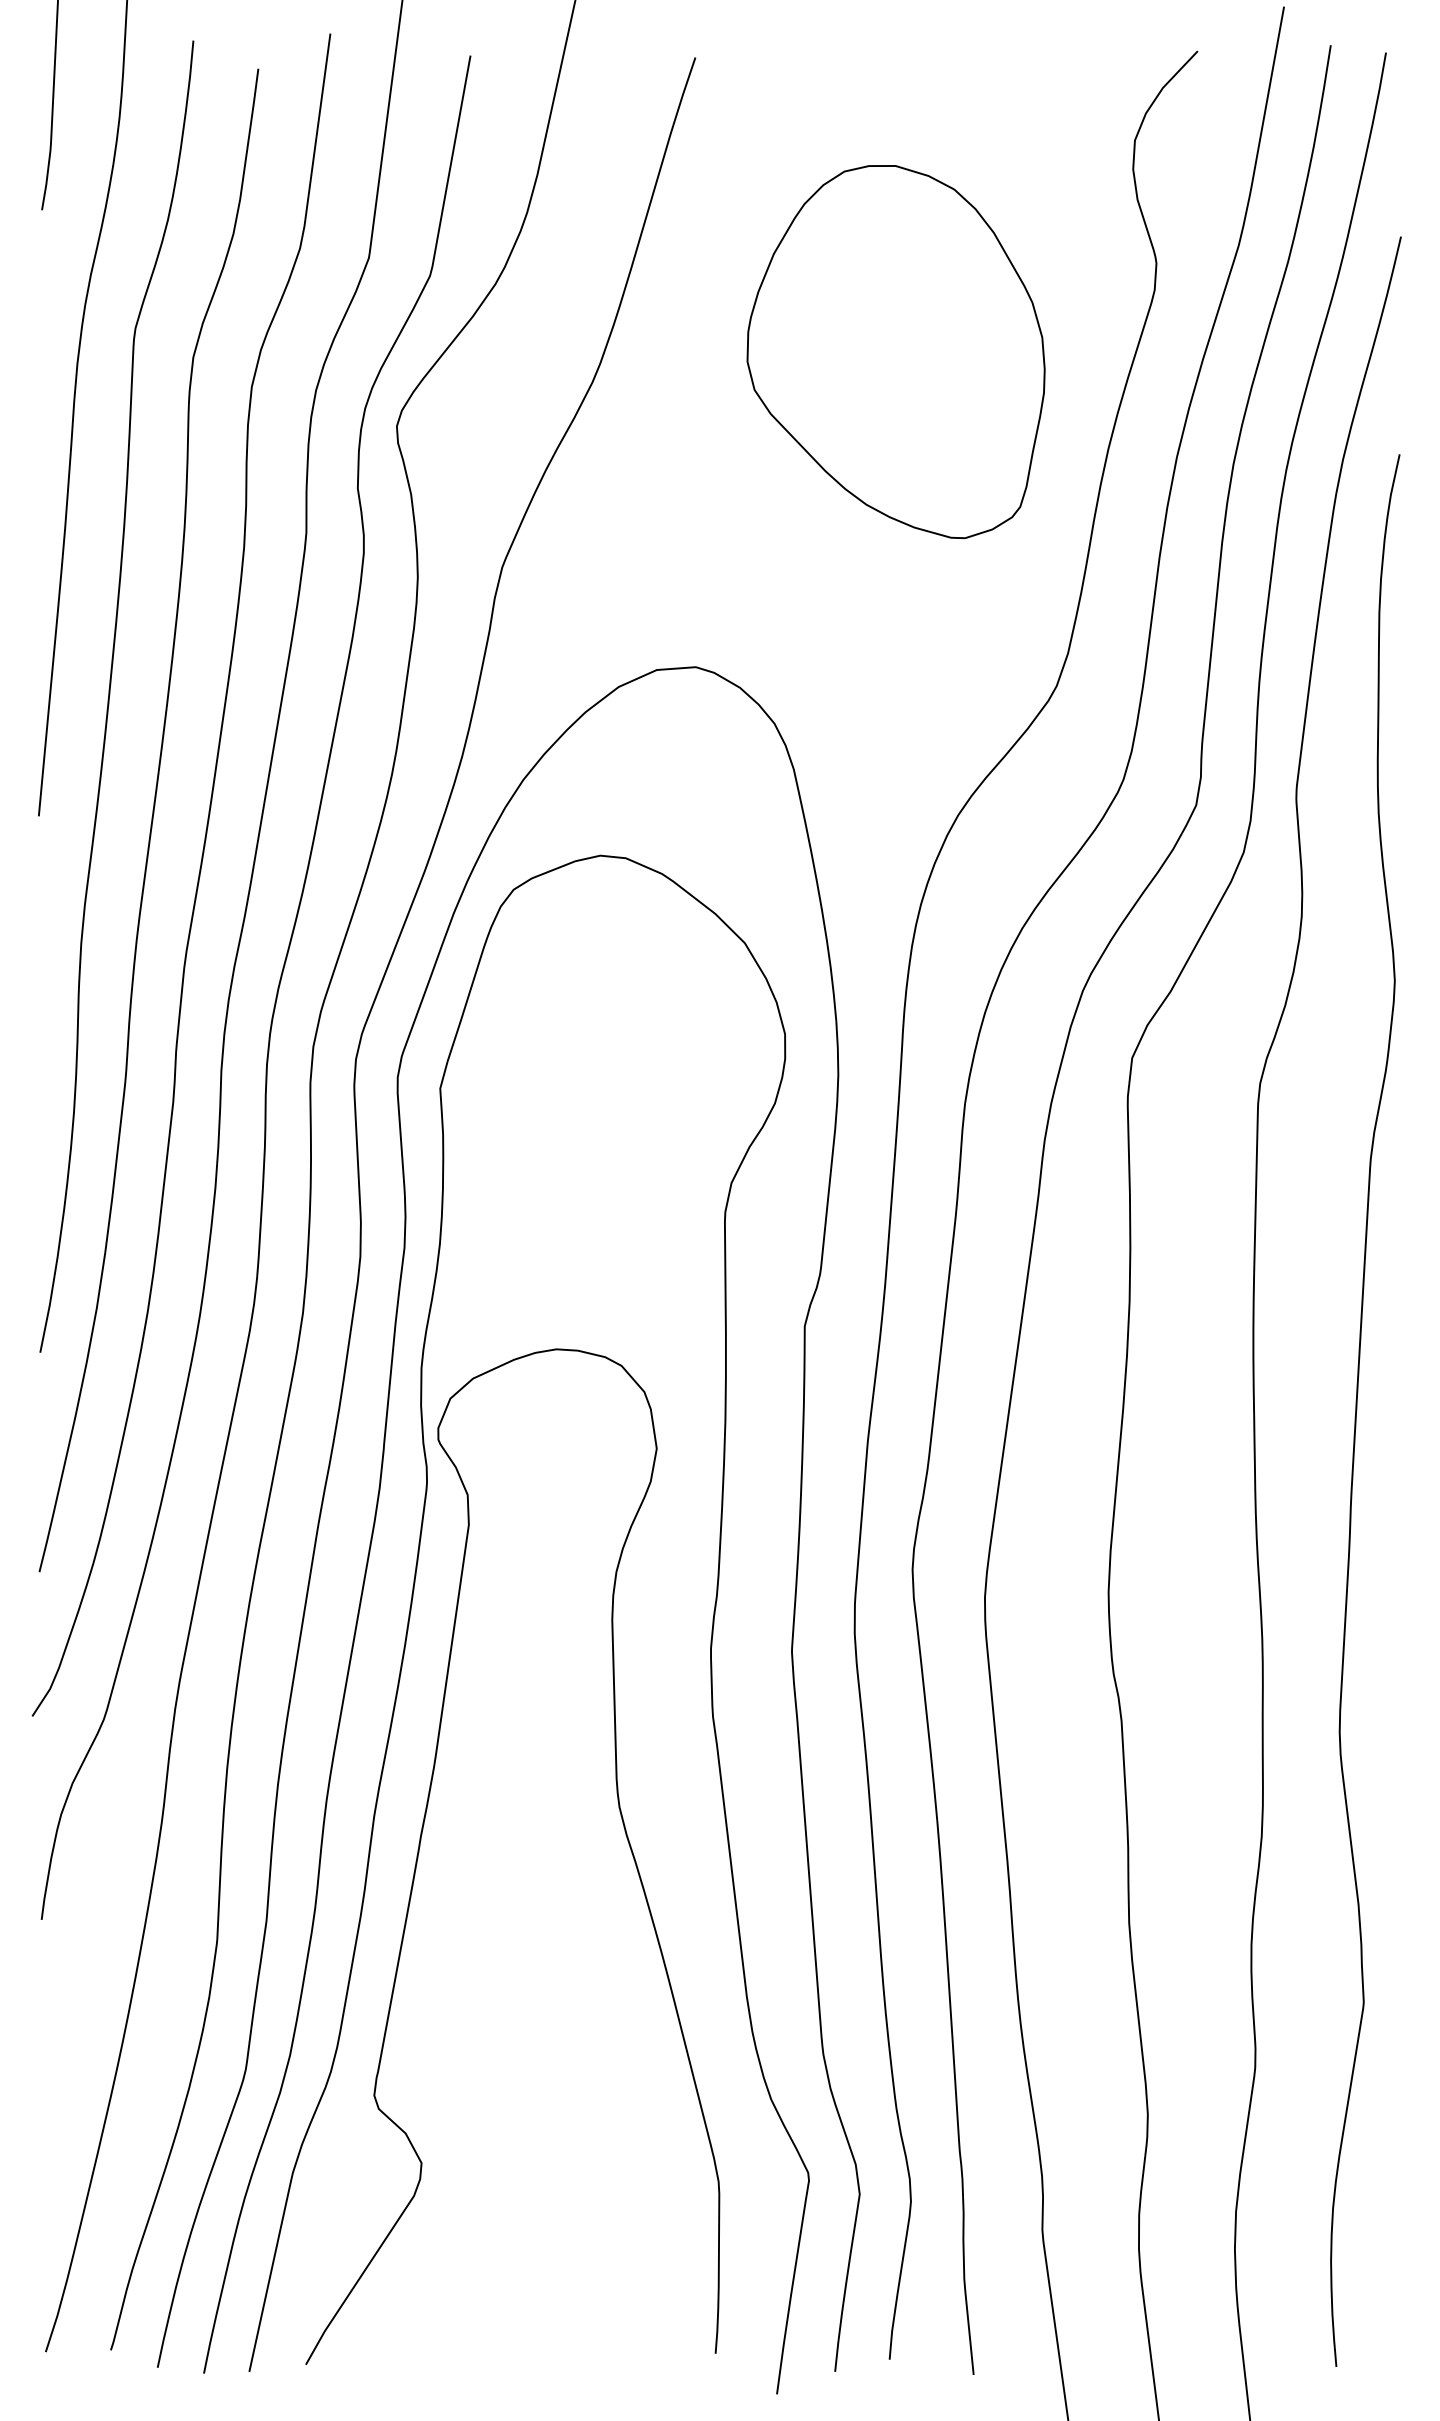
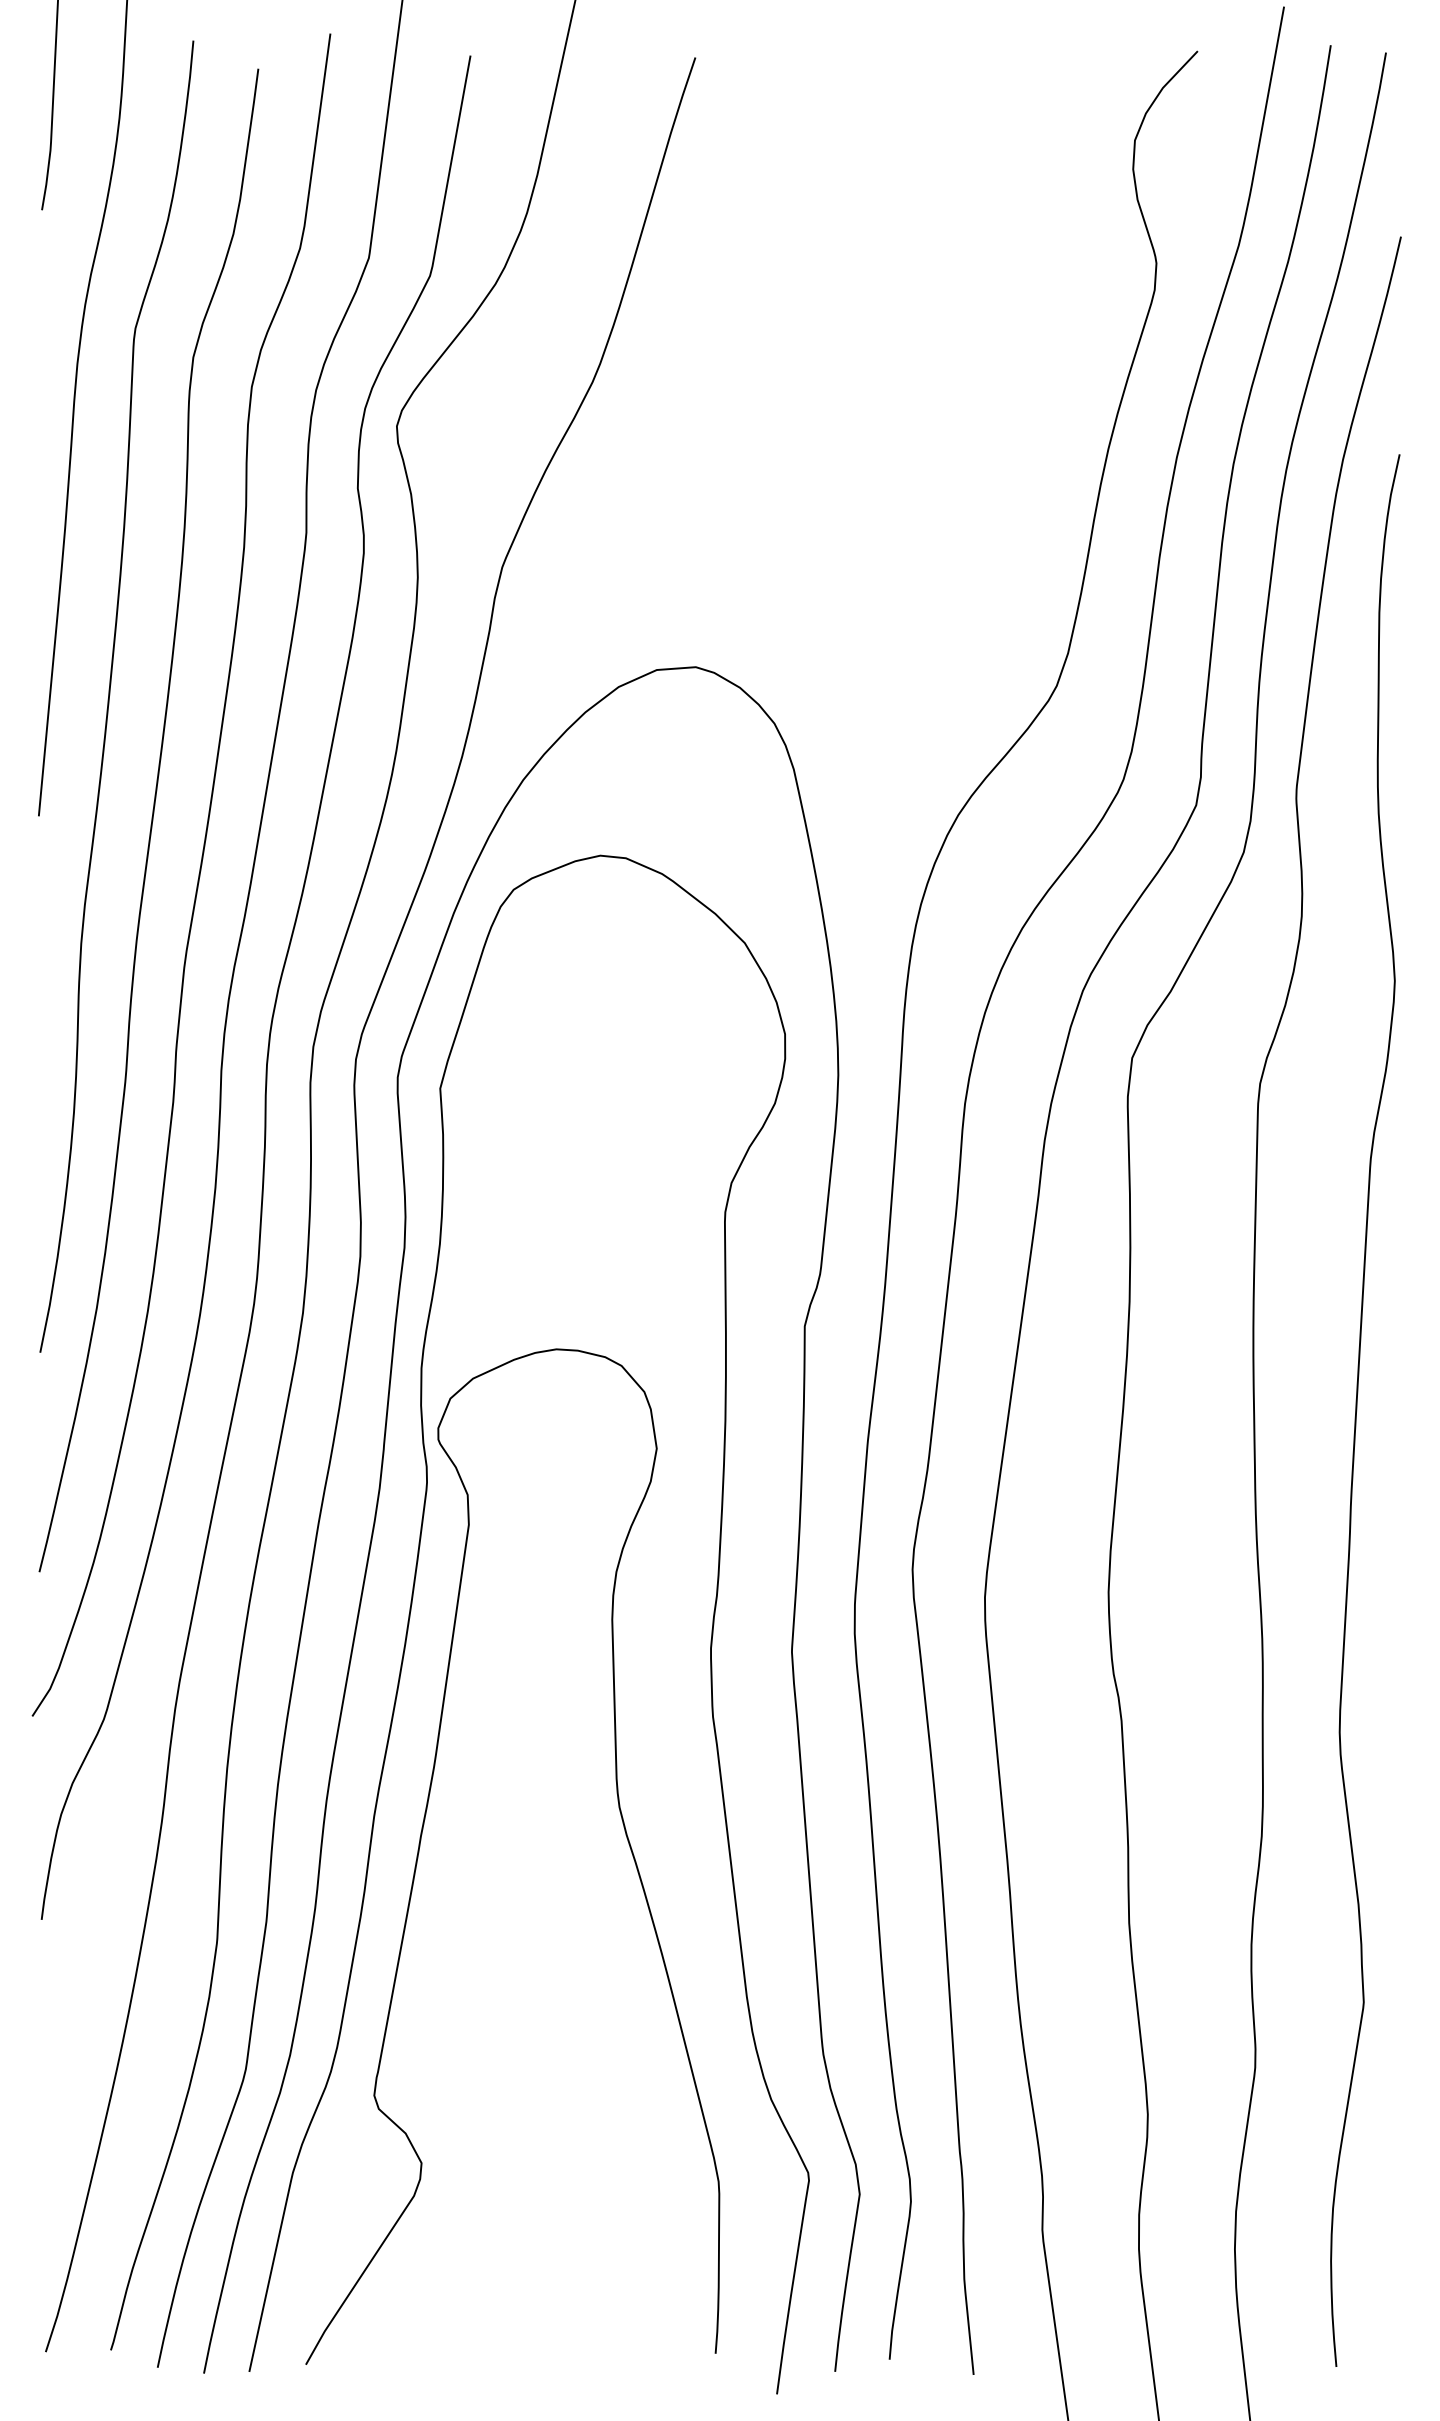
part at (895, 352): present -> none
